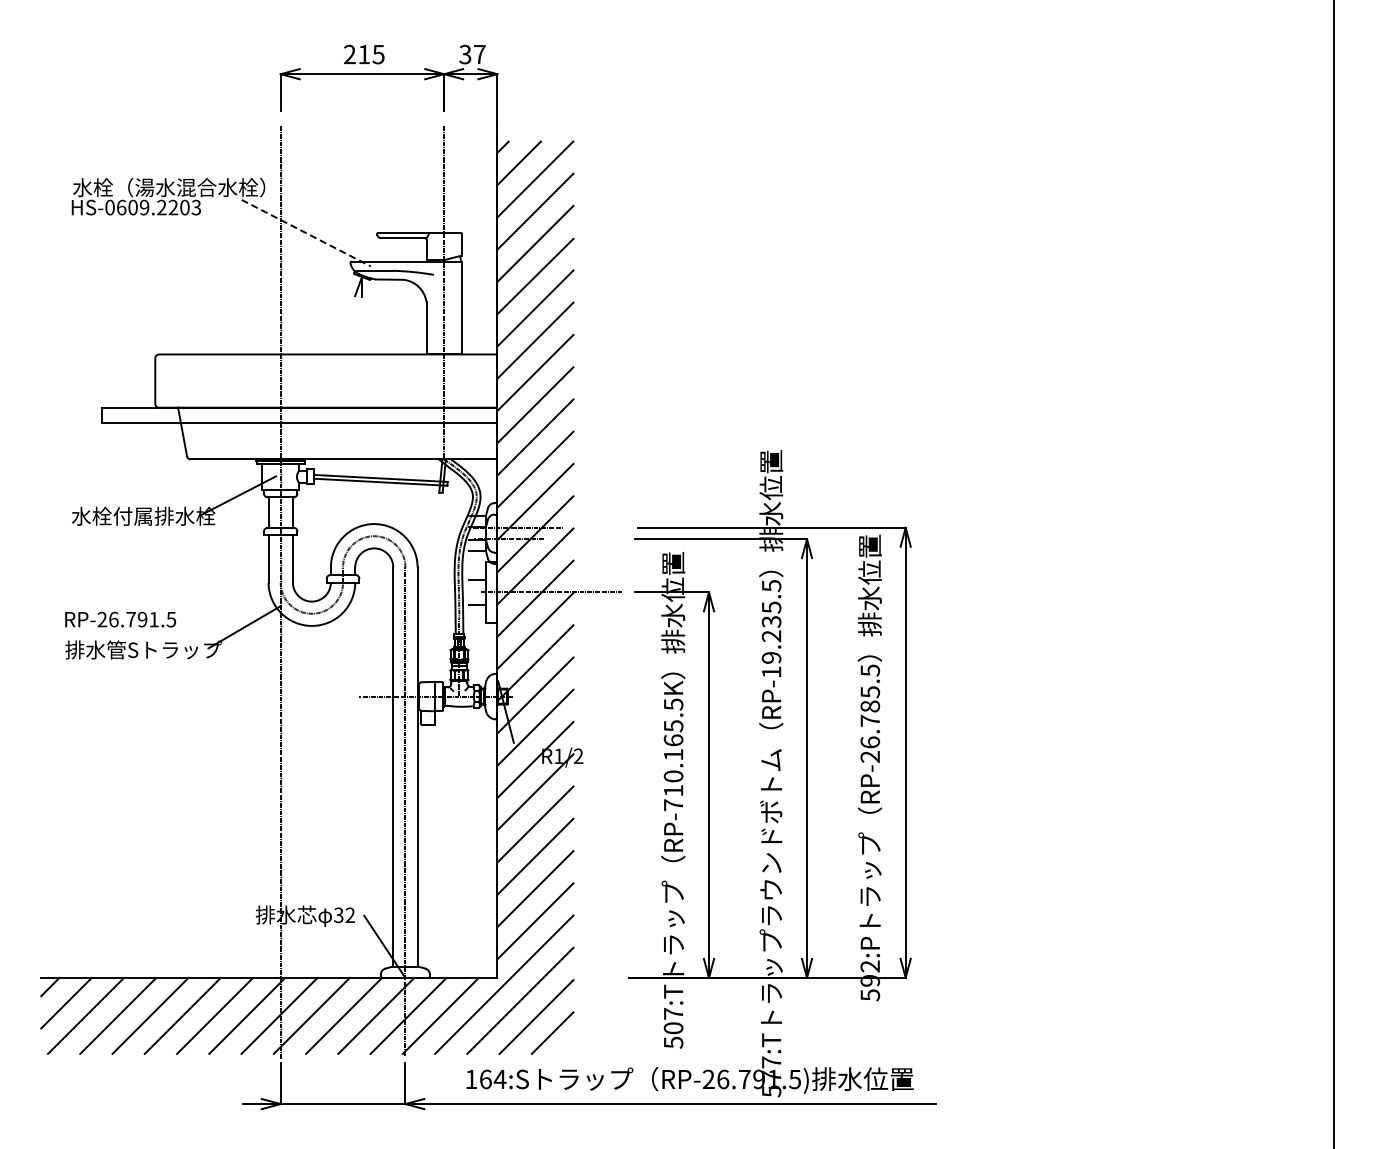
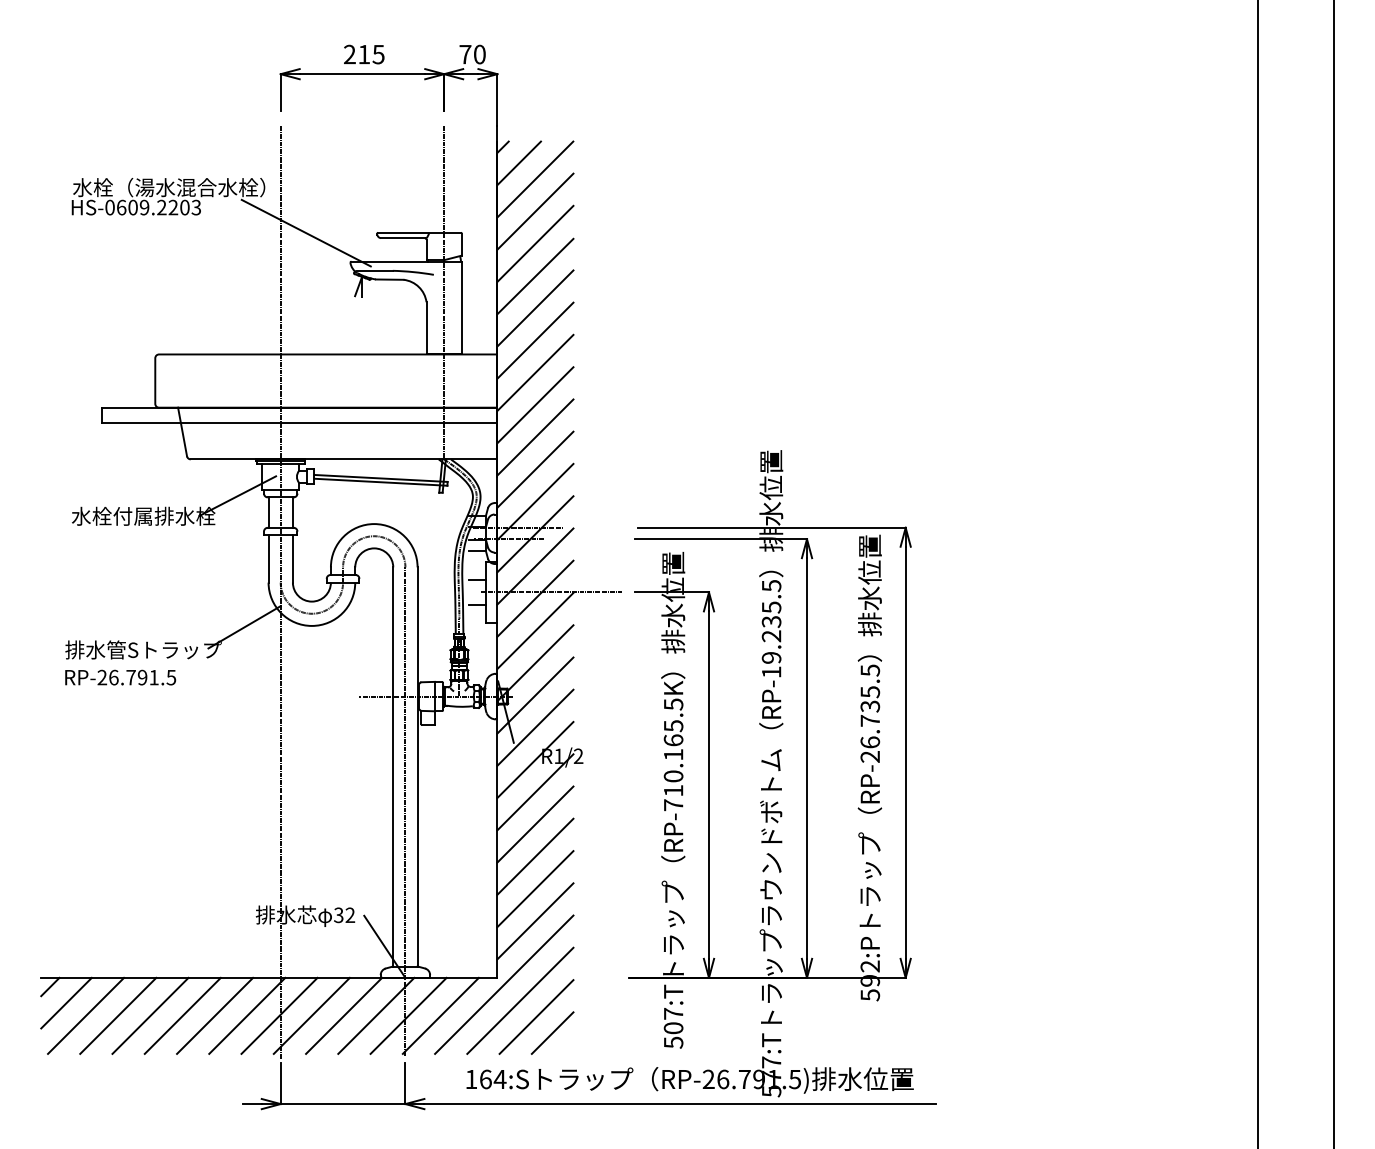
text at (472, 54): 37 -> 70
line at (306, 233): dashed -> solid
line at (1257, 573): none -> present
text at (120, 619) position: (120, 619) -> (120, 677)
text at (869, 706): RP-26.785.5 -> RP-26.735.5
